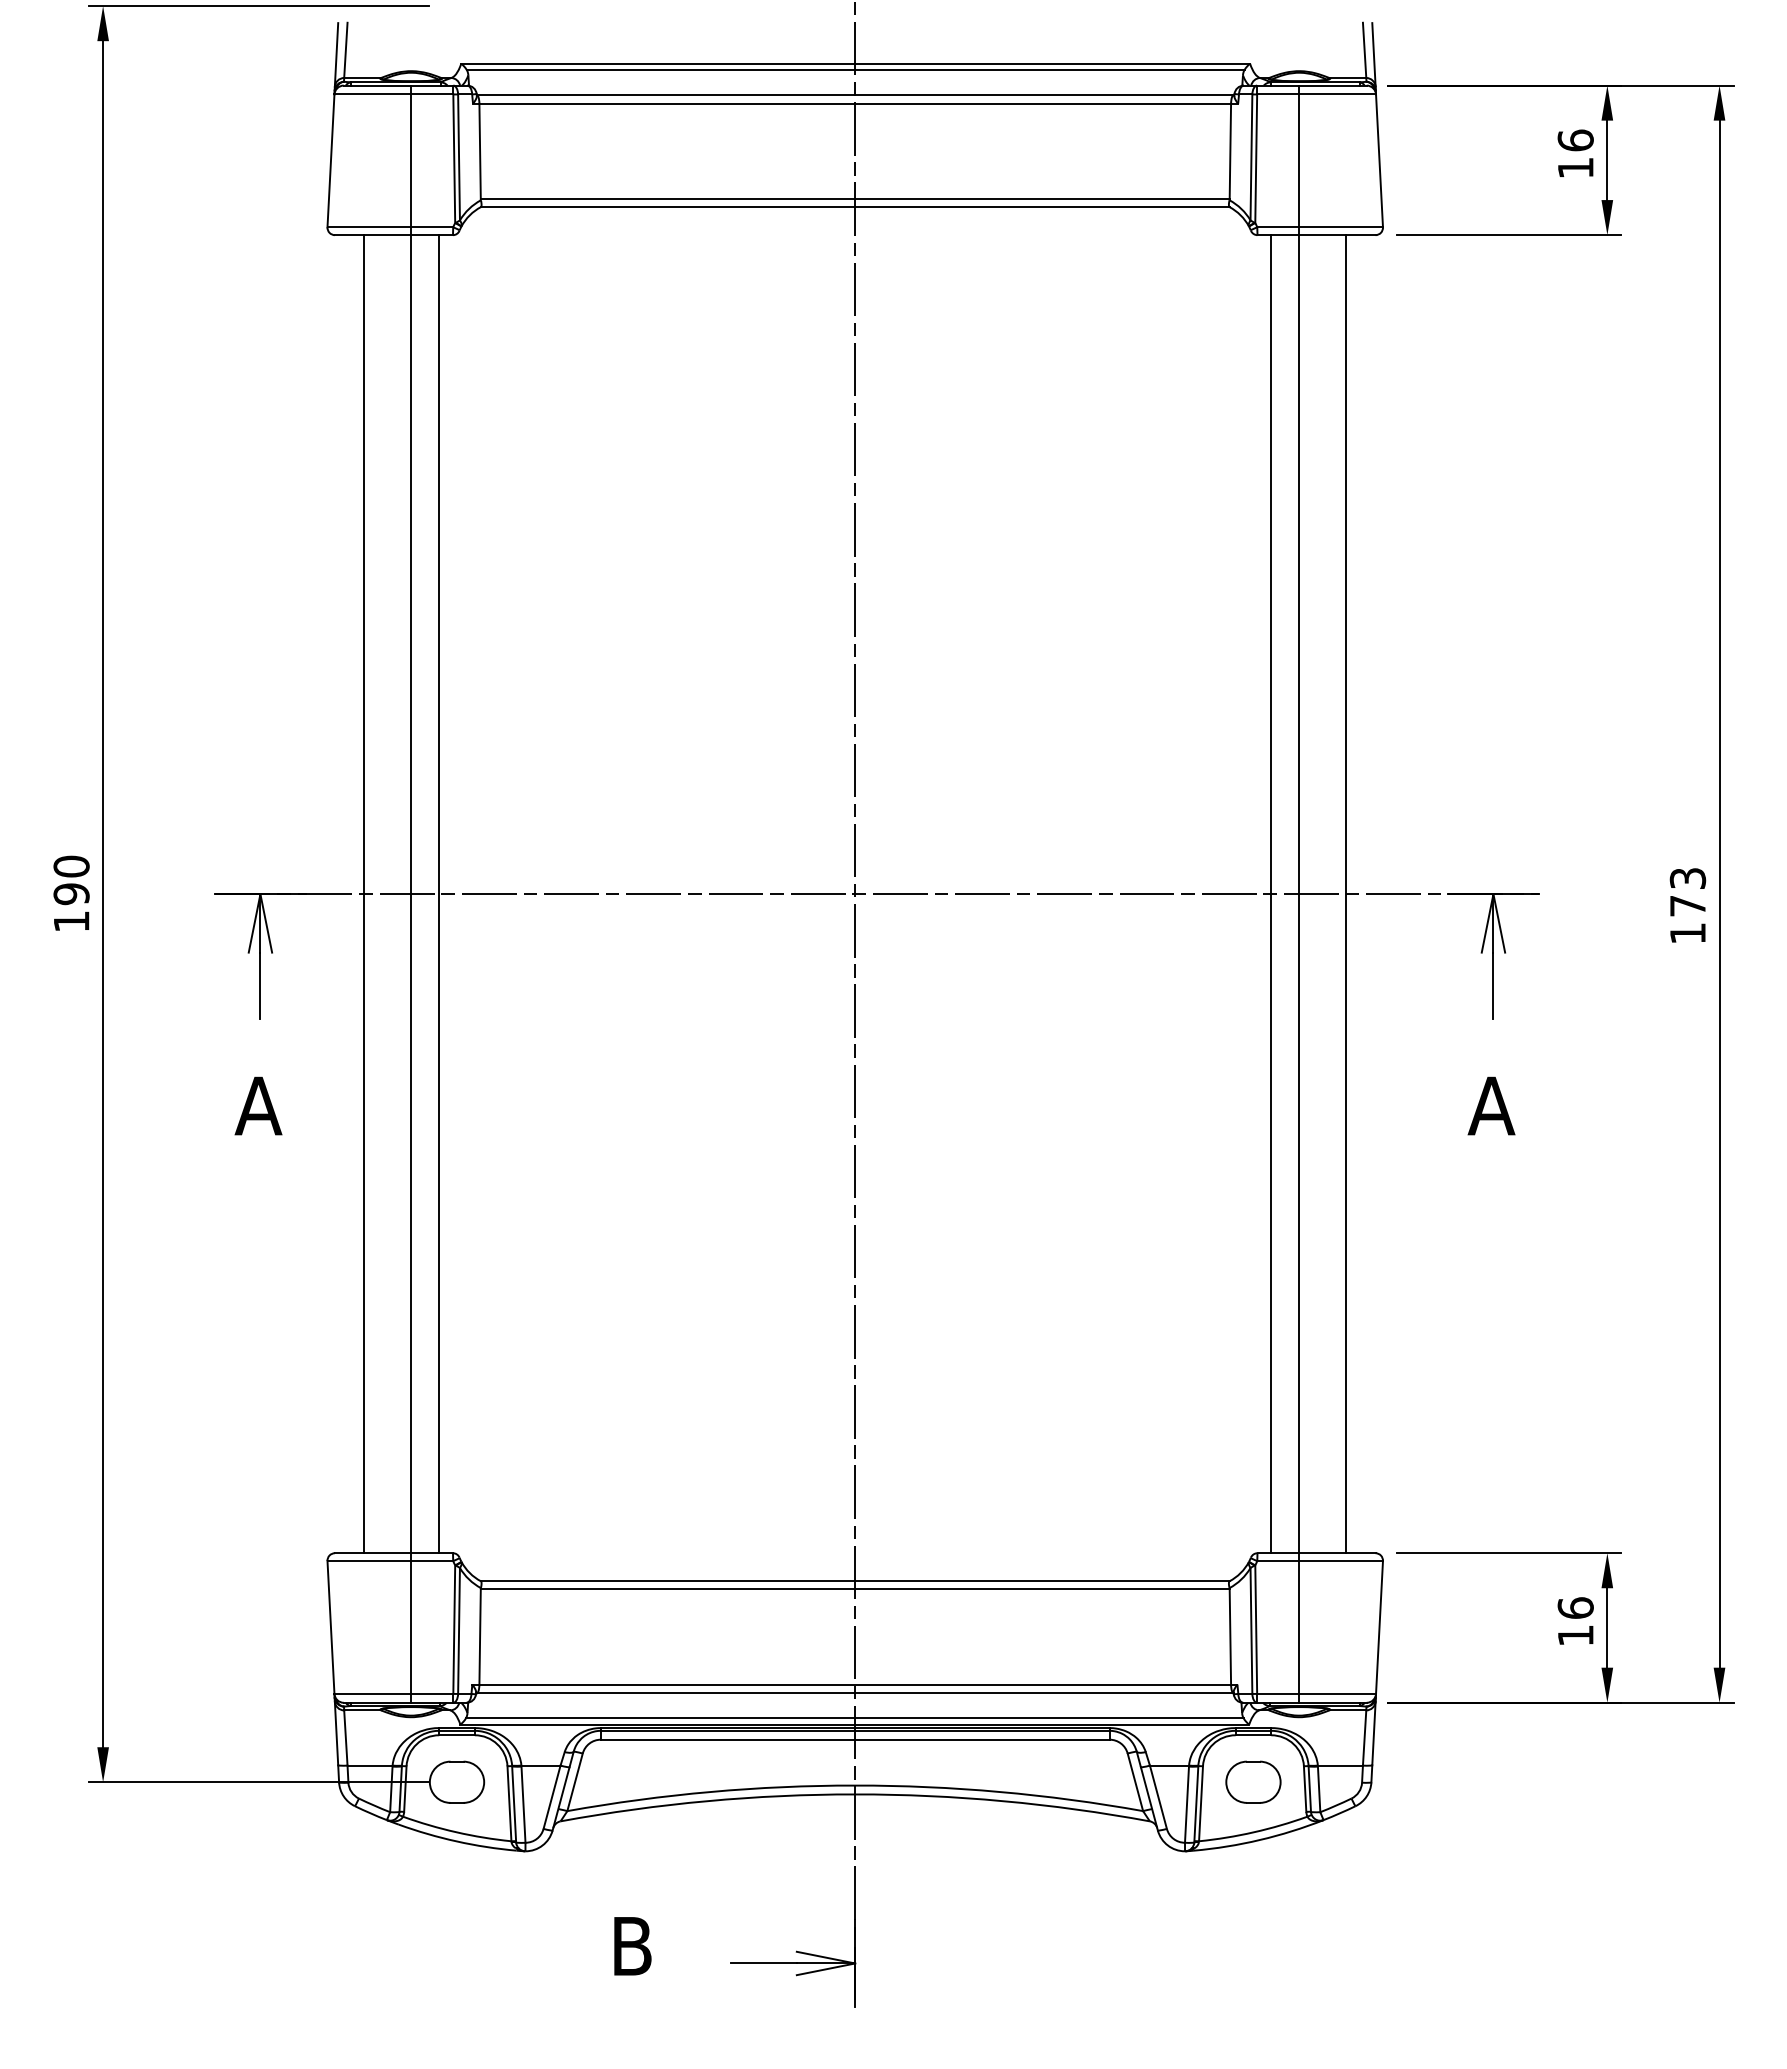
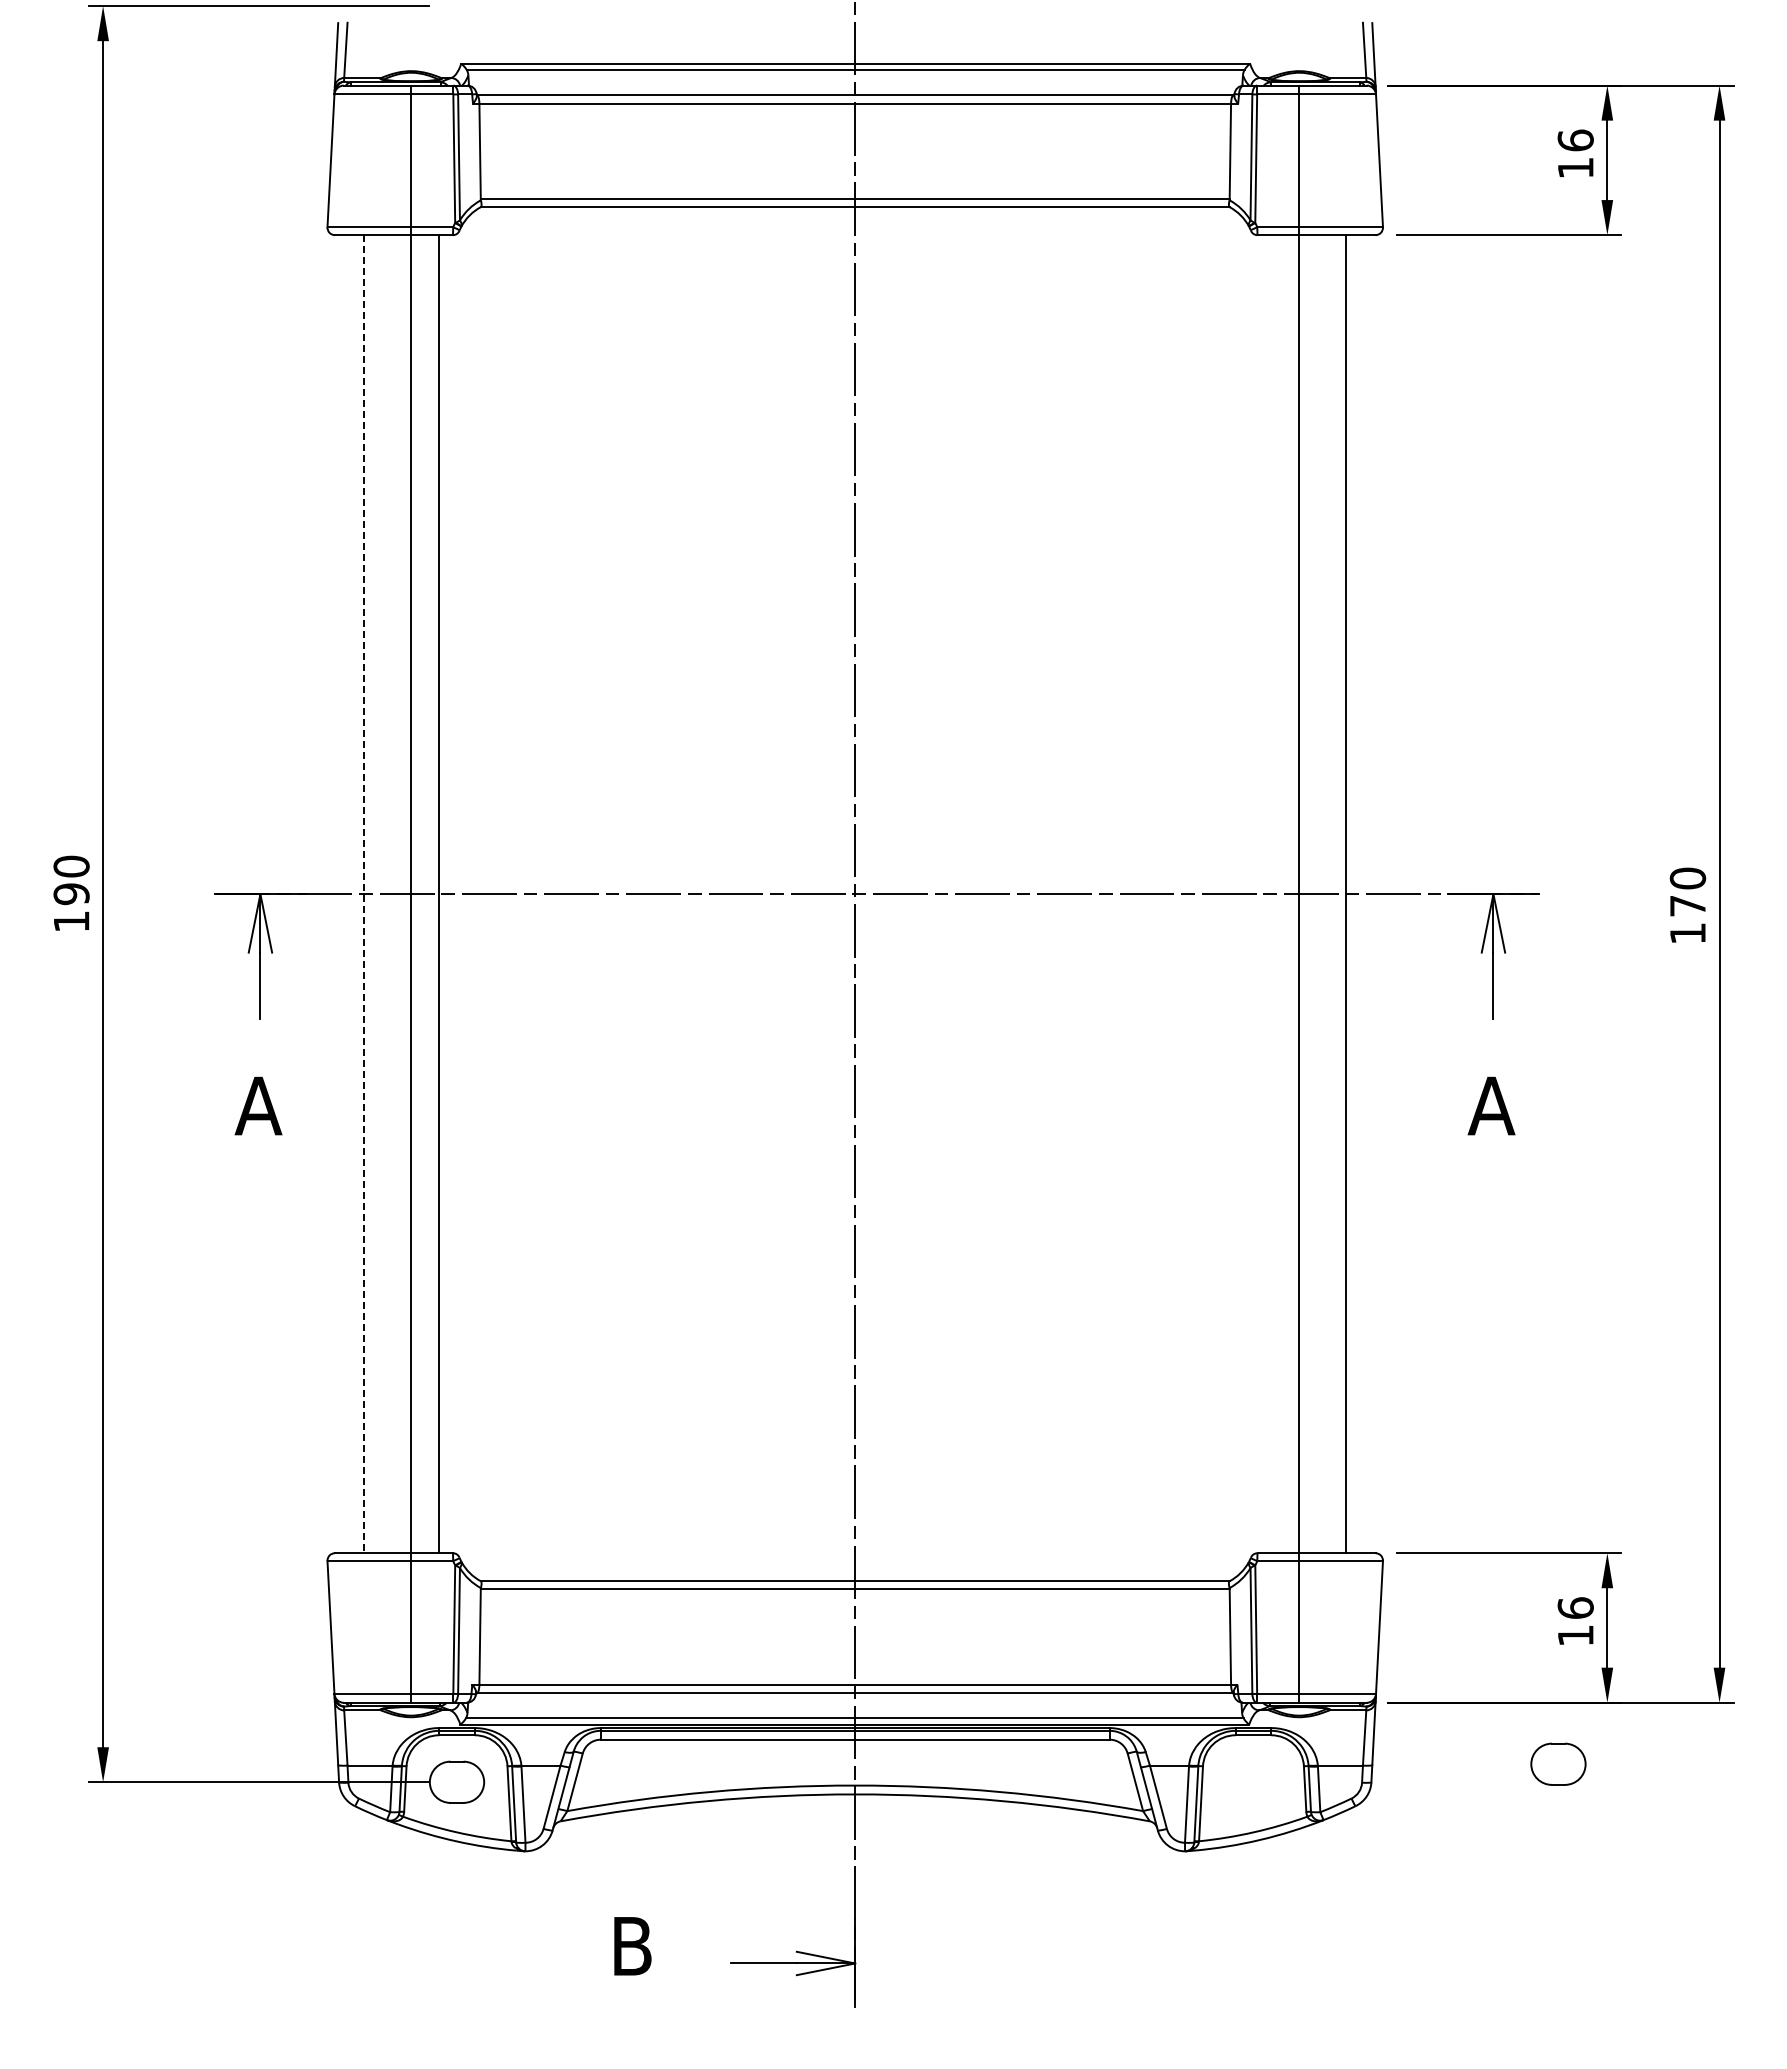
text at (1687, 878): 173 -> 170
line at (364, 894): solid -> dashed
line at (1271, 894): present -> none
part at (1253, 1781) position: (1253, 1781) -> (1558, 1763)
